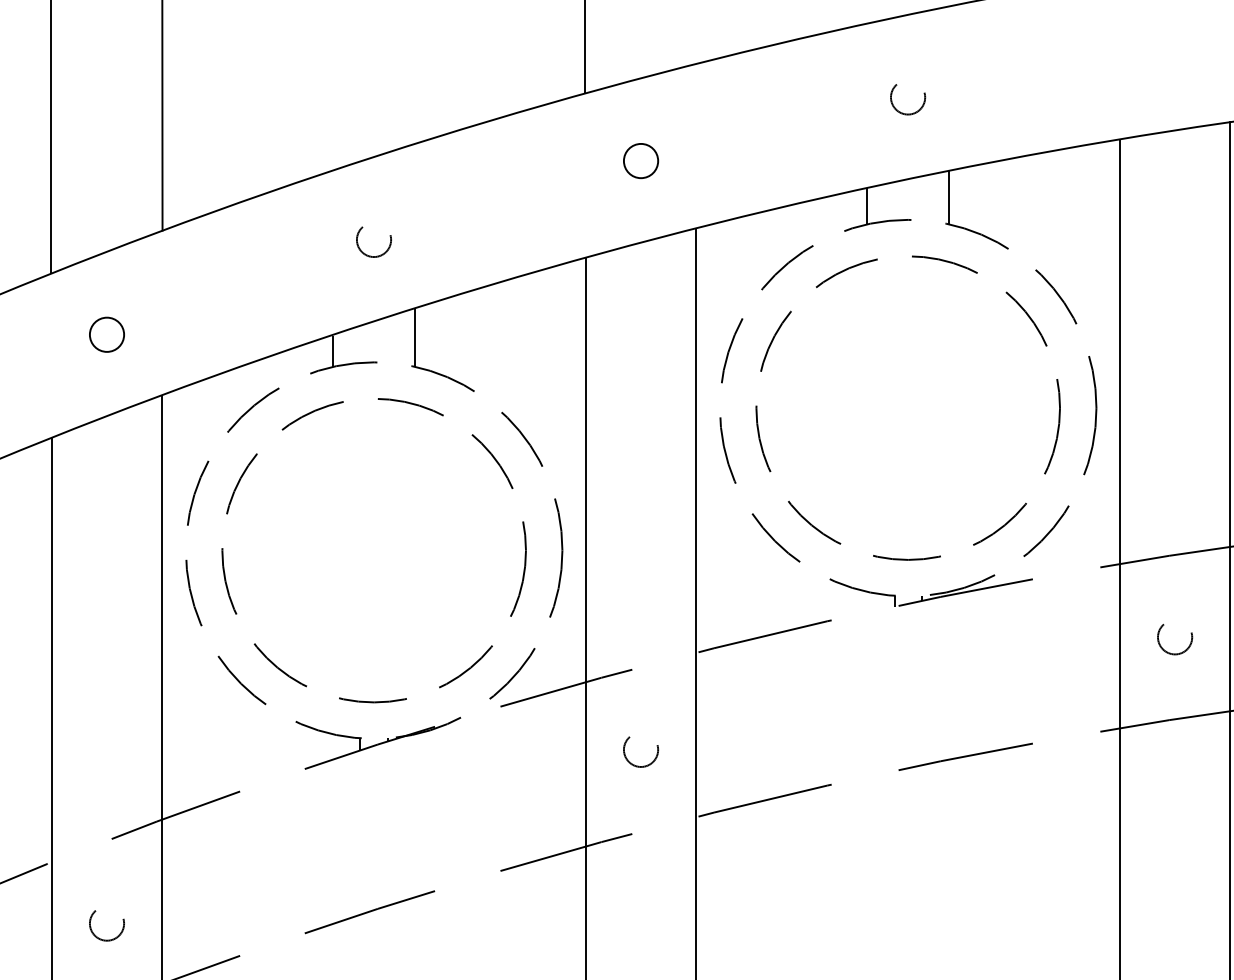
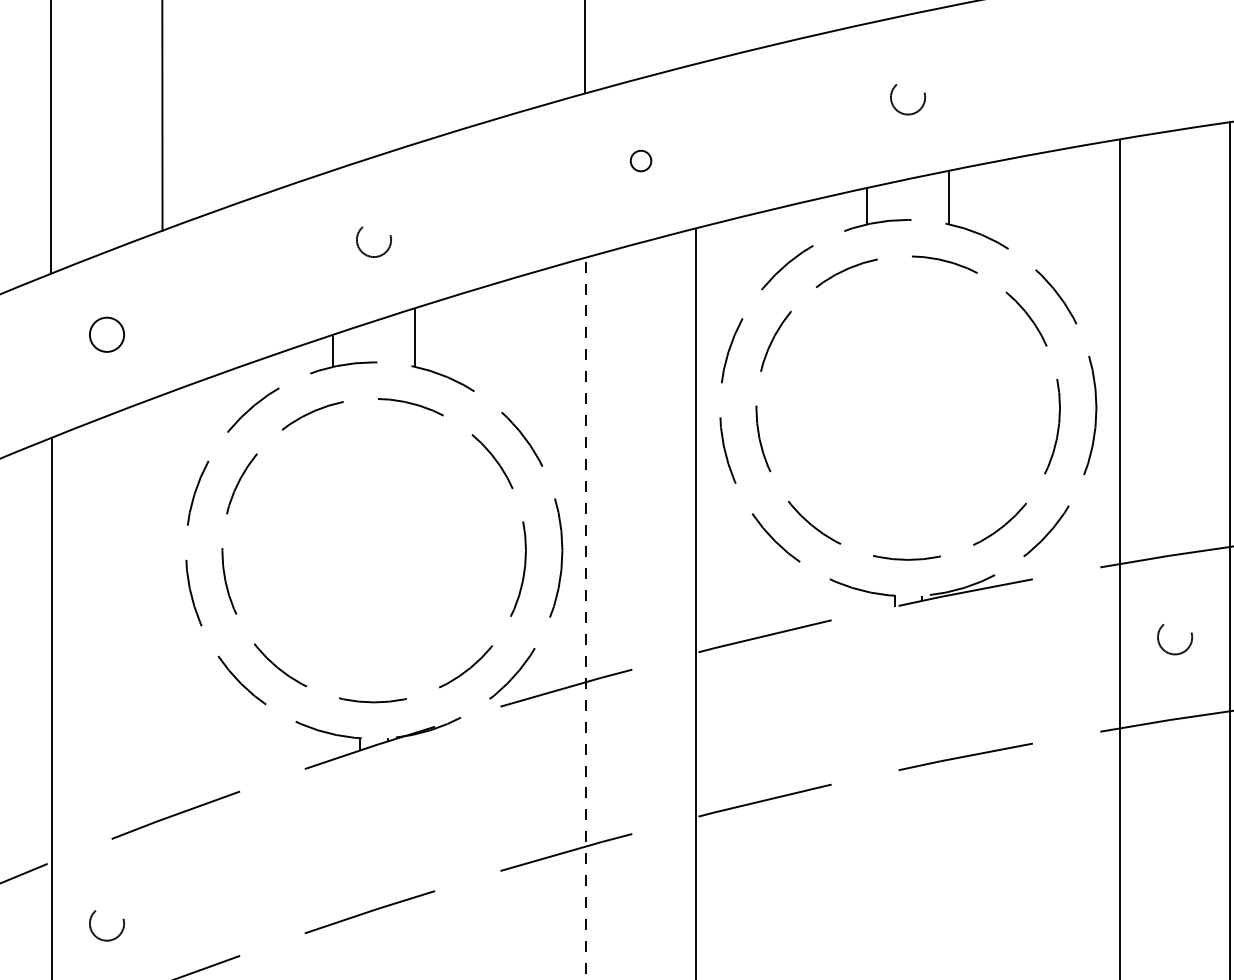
circle at (640, 160) diameter: 34 px -> 21 px
line at (586, 618): solid -> dashed
line at (161, 686): present -> none
circle at (640, 751): present -> none
